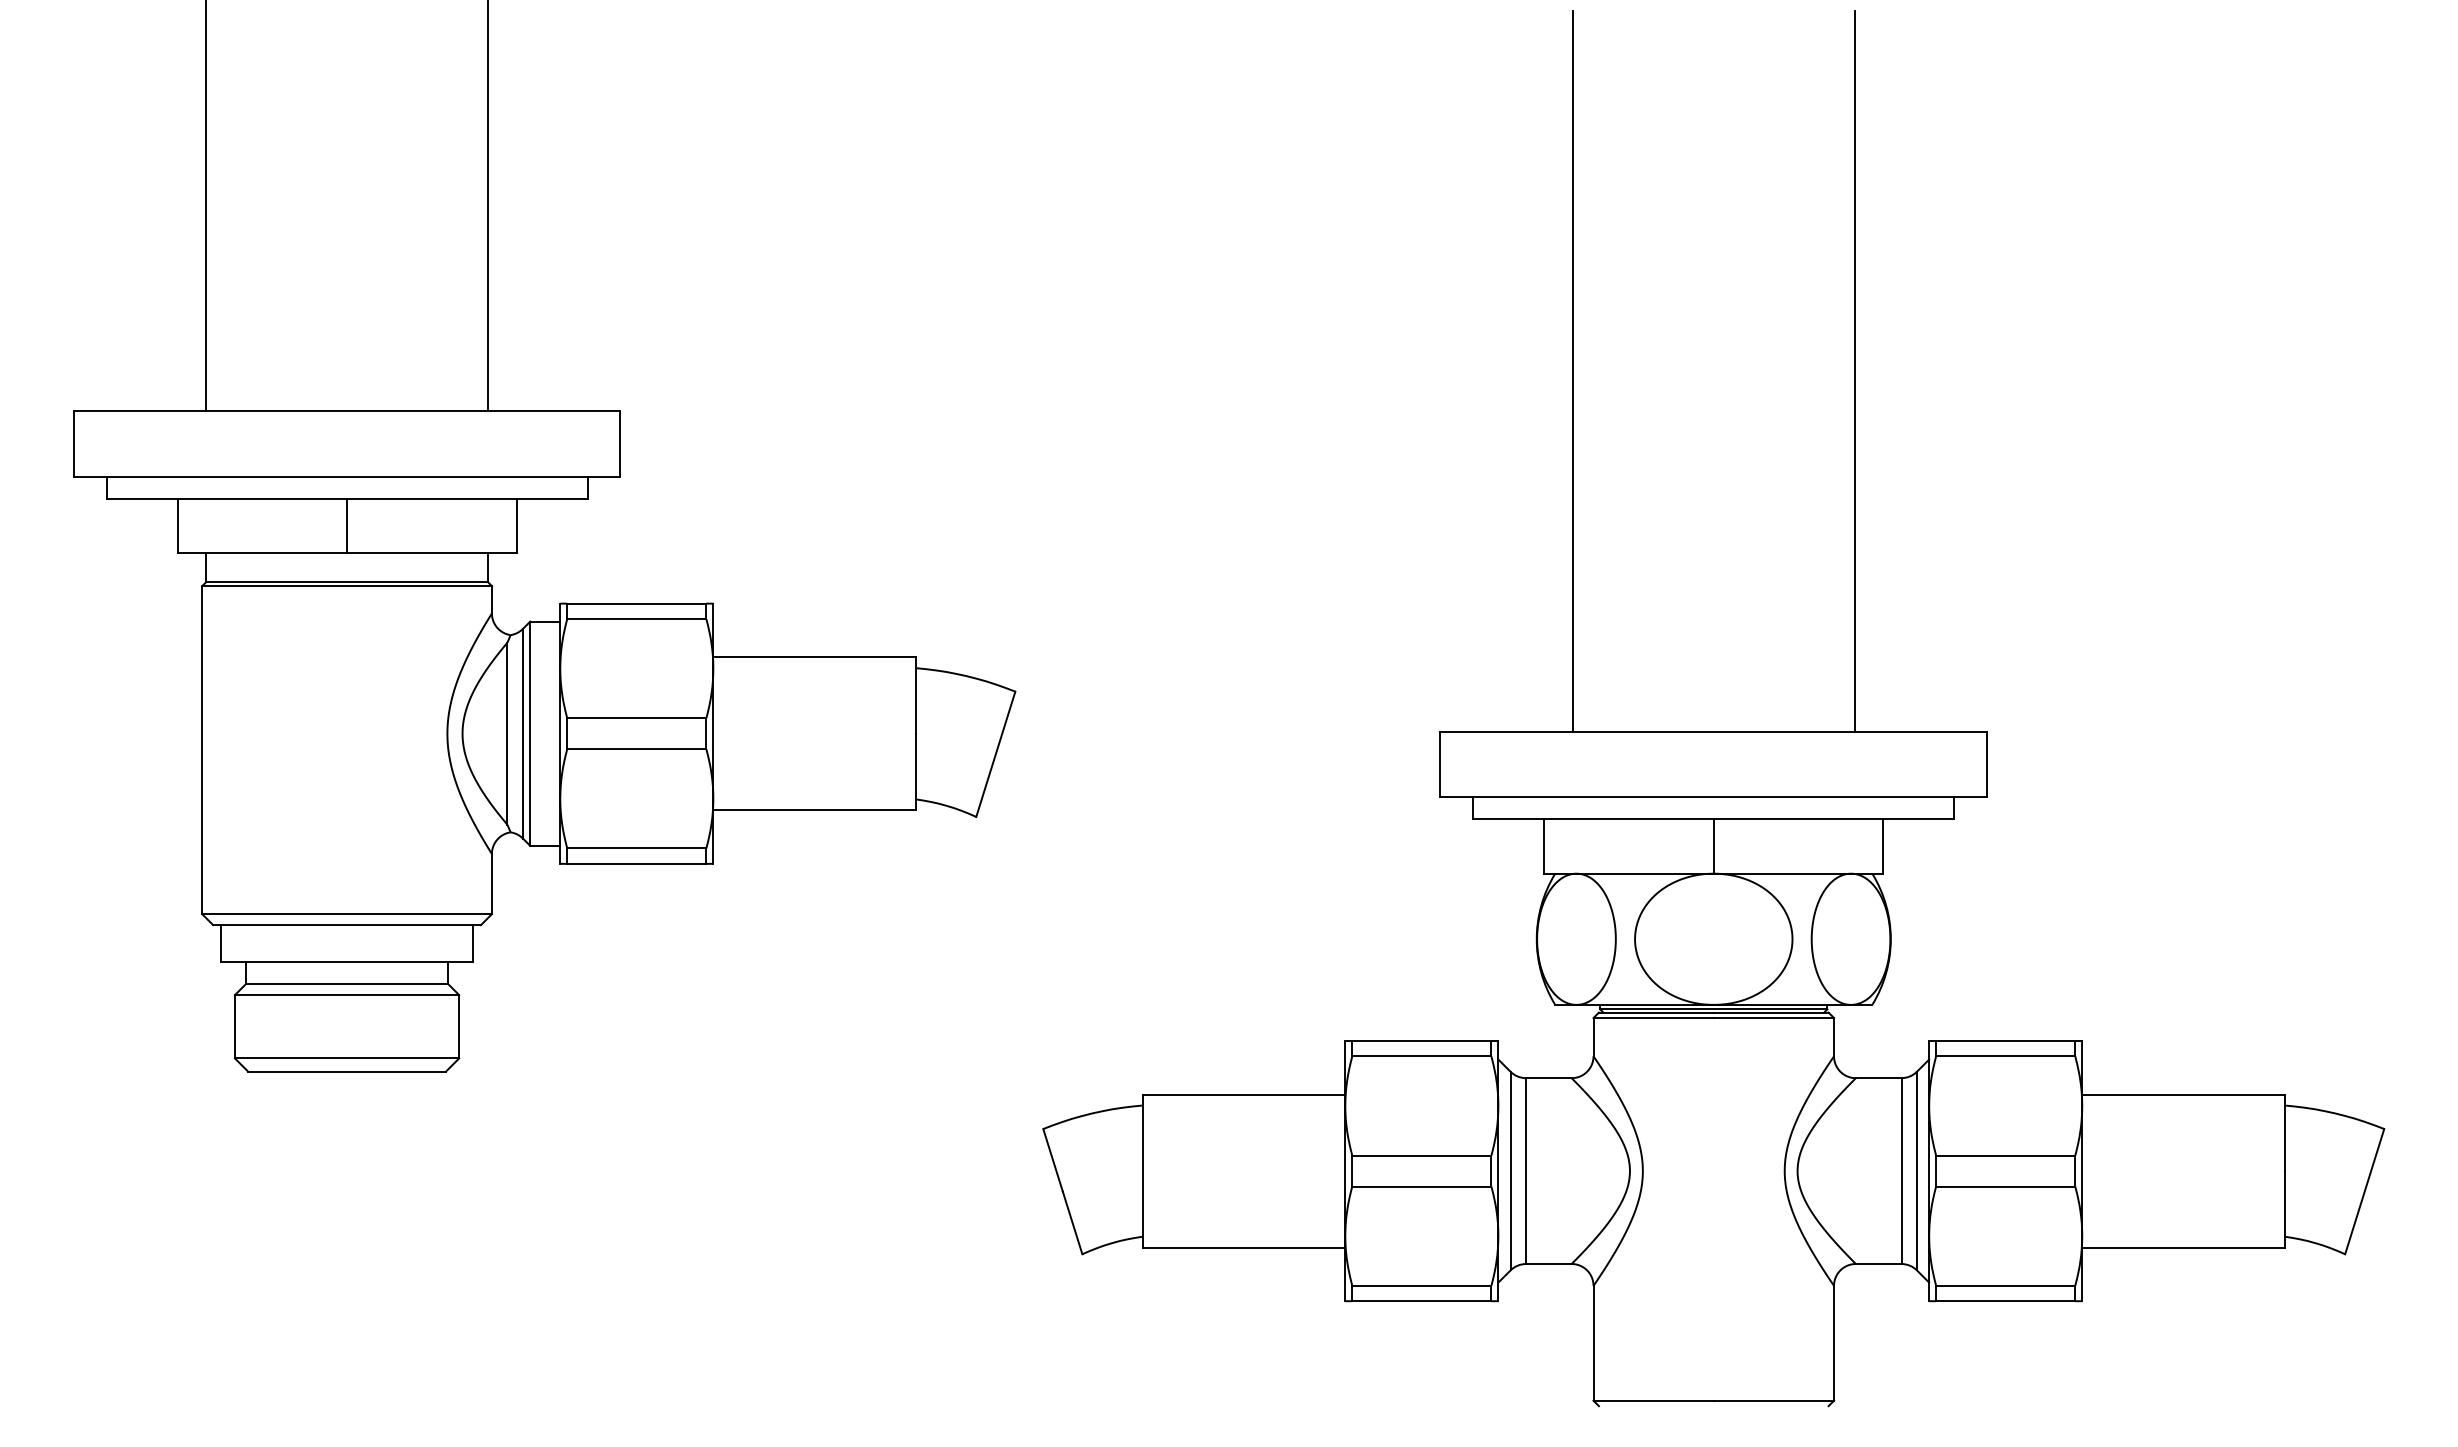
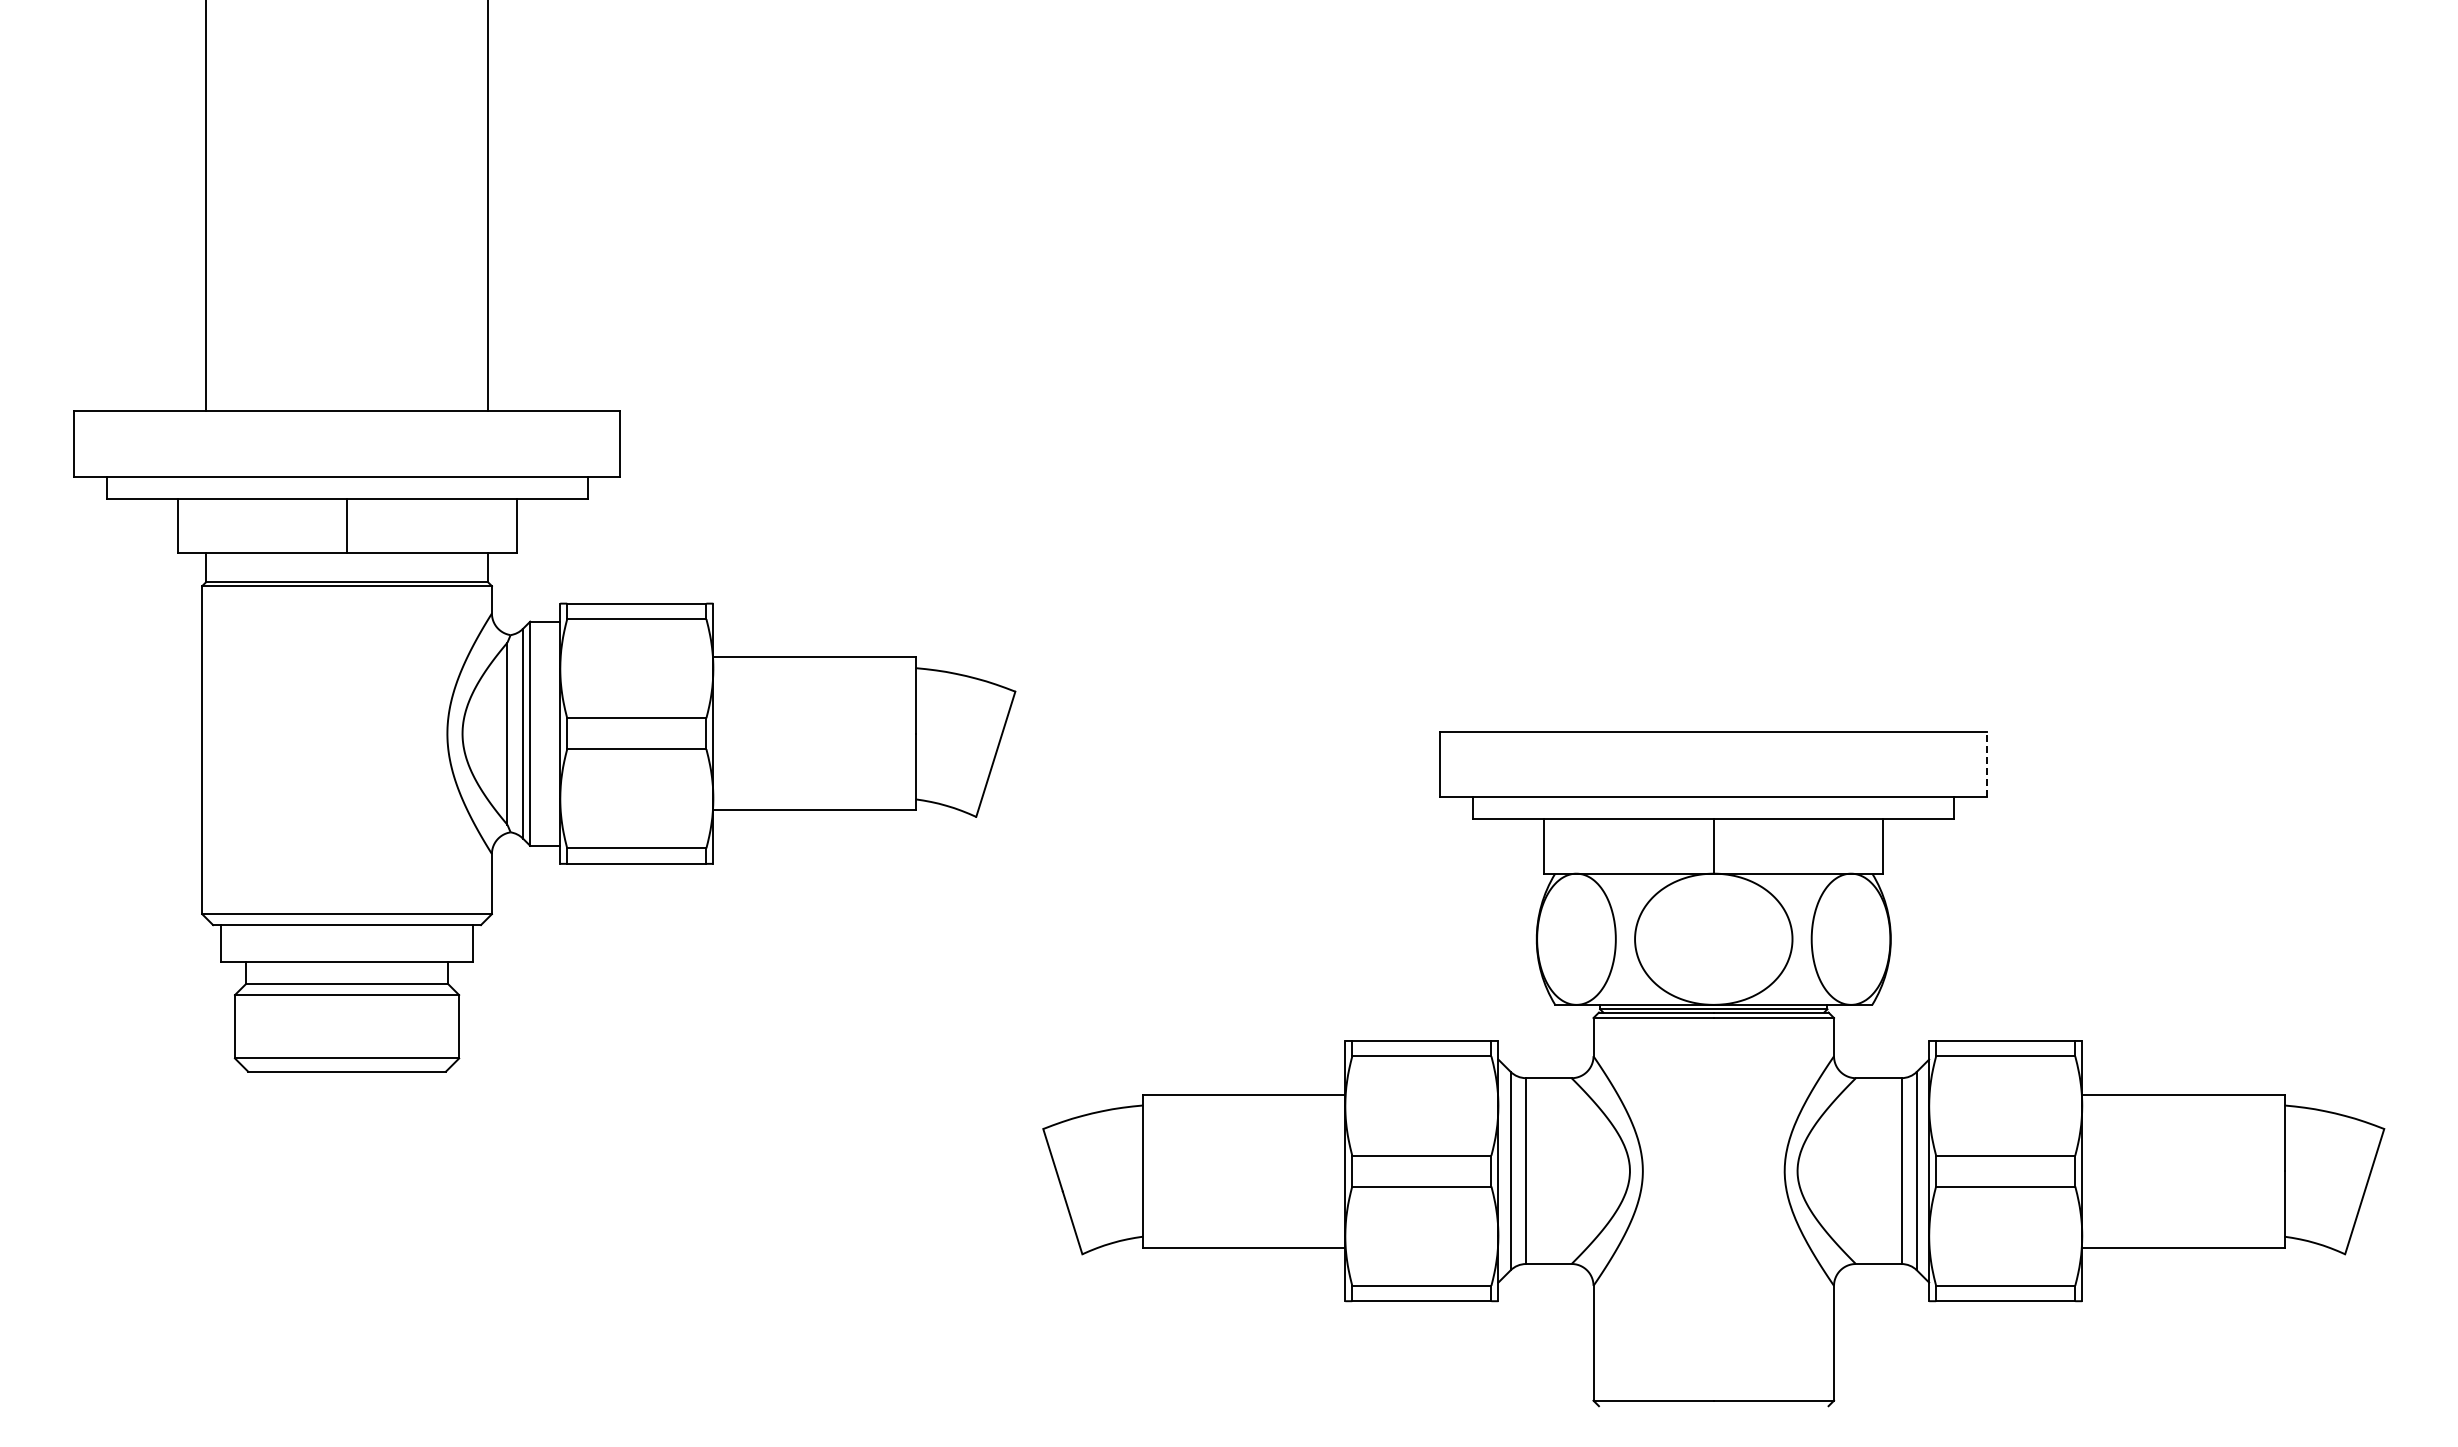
line at (1572, 371): present -> none
line at (1854, 371): present -> none
line at (1987, 764): solid -> dashed
